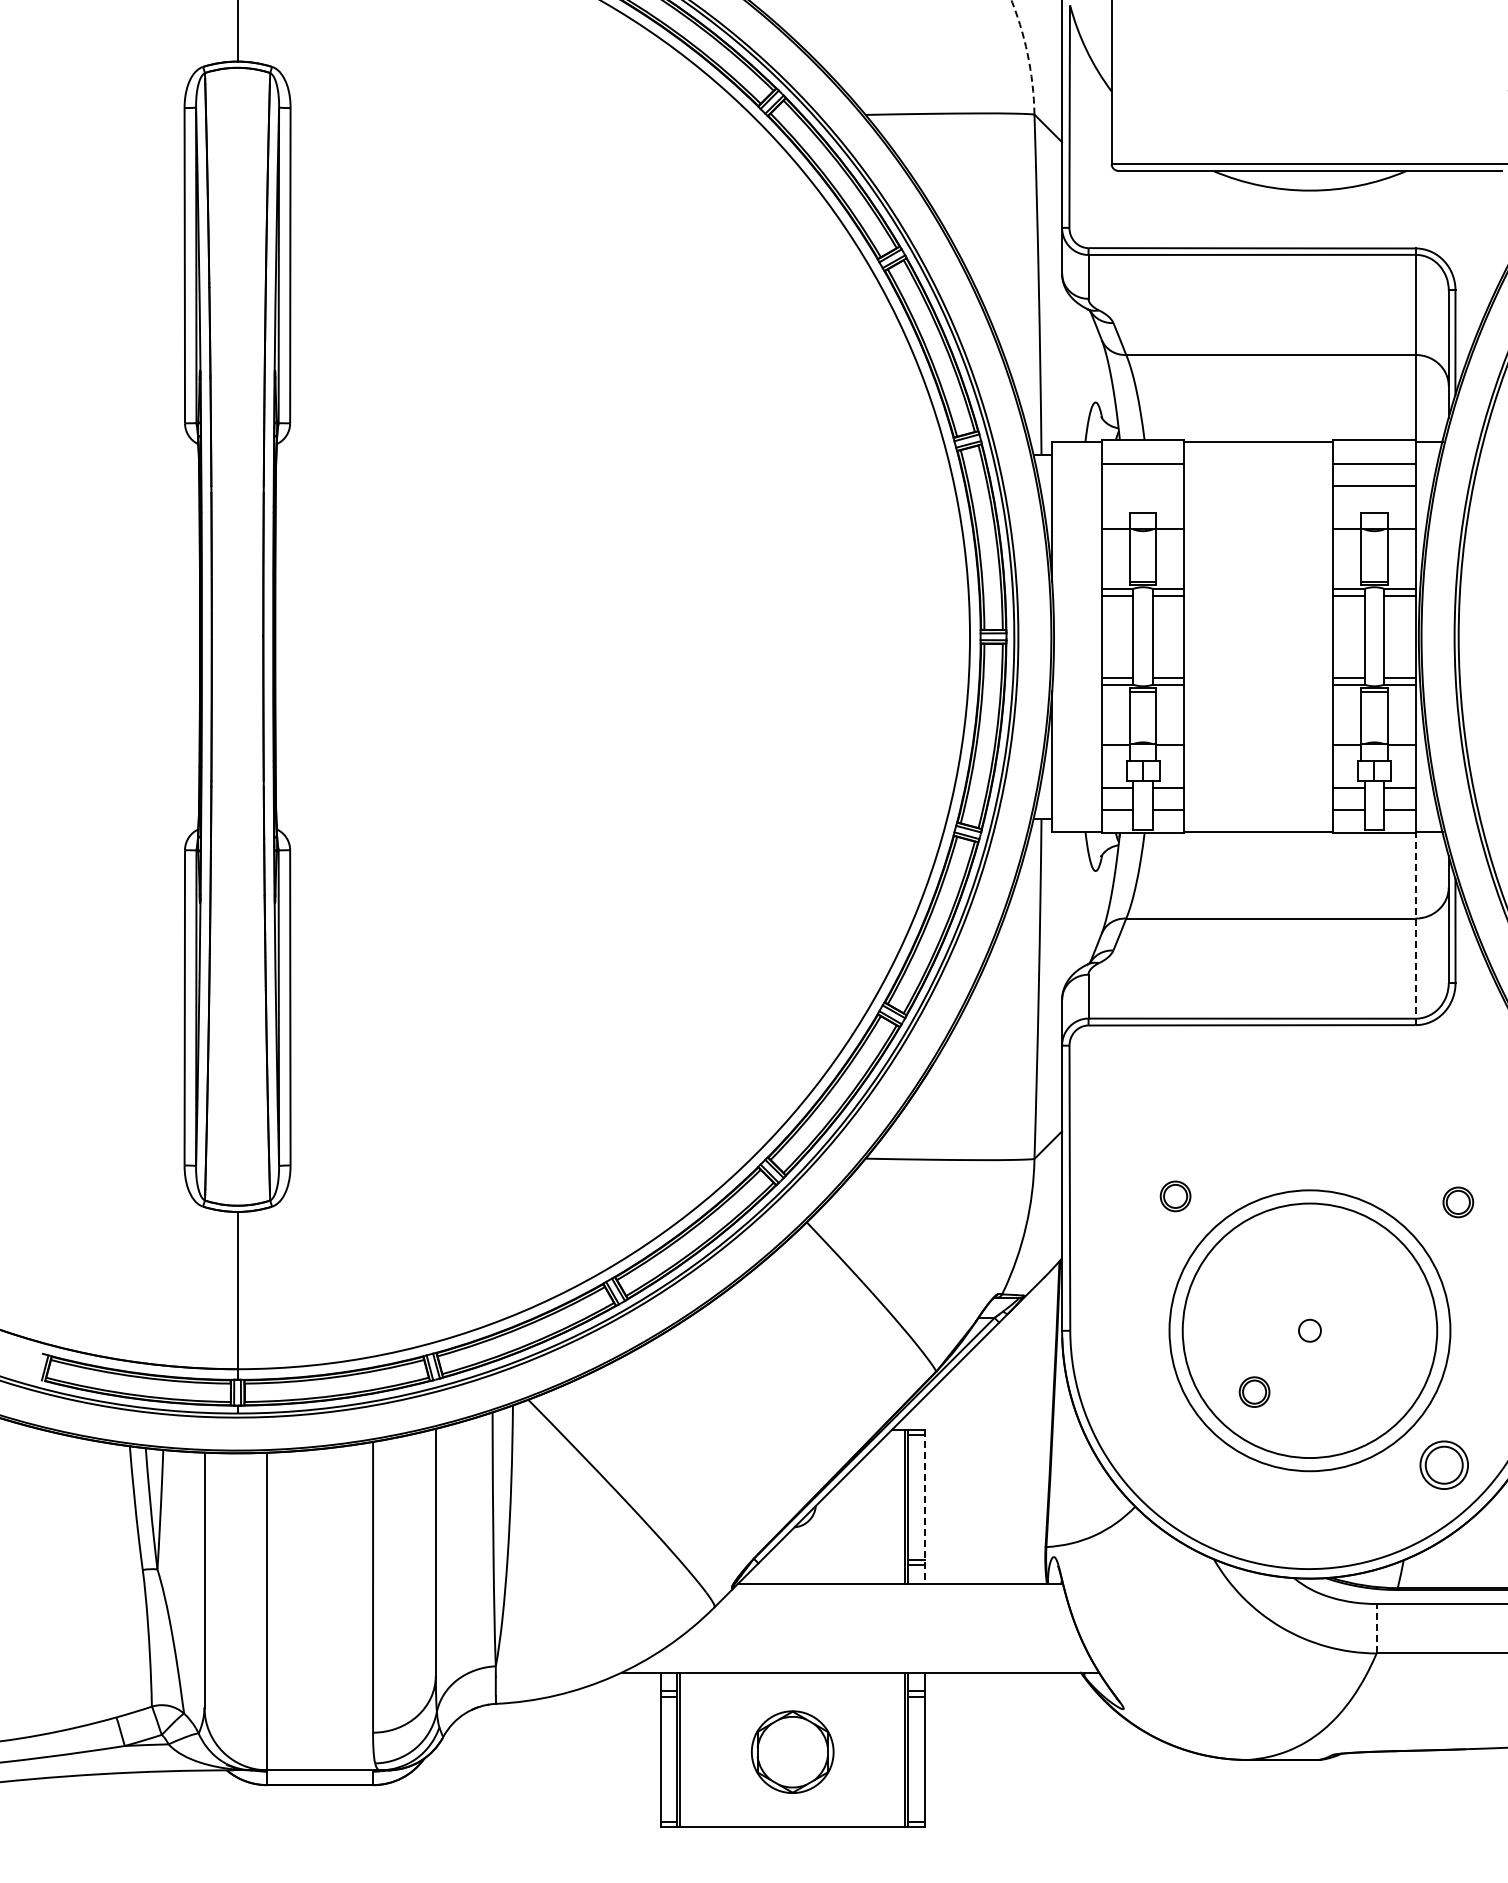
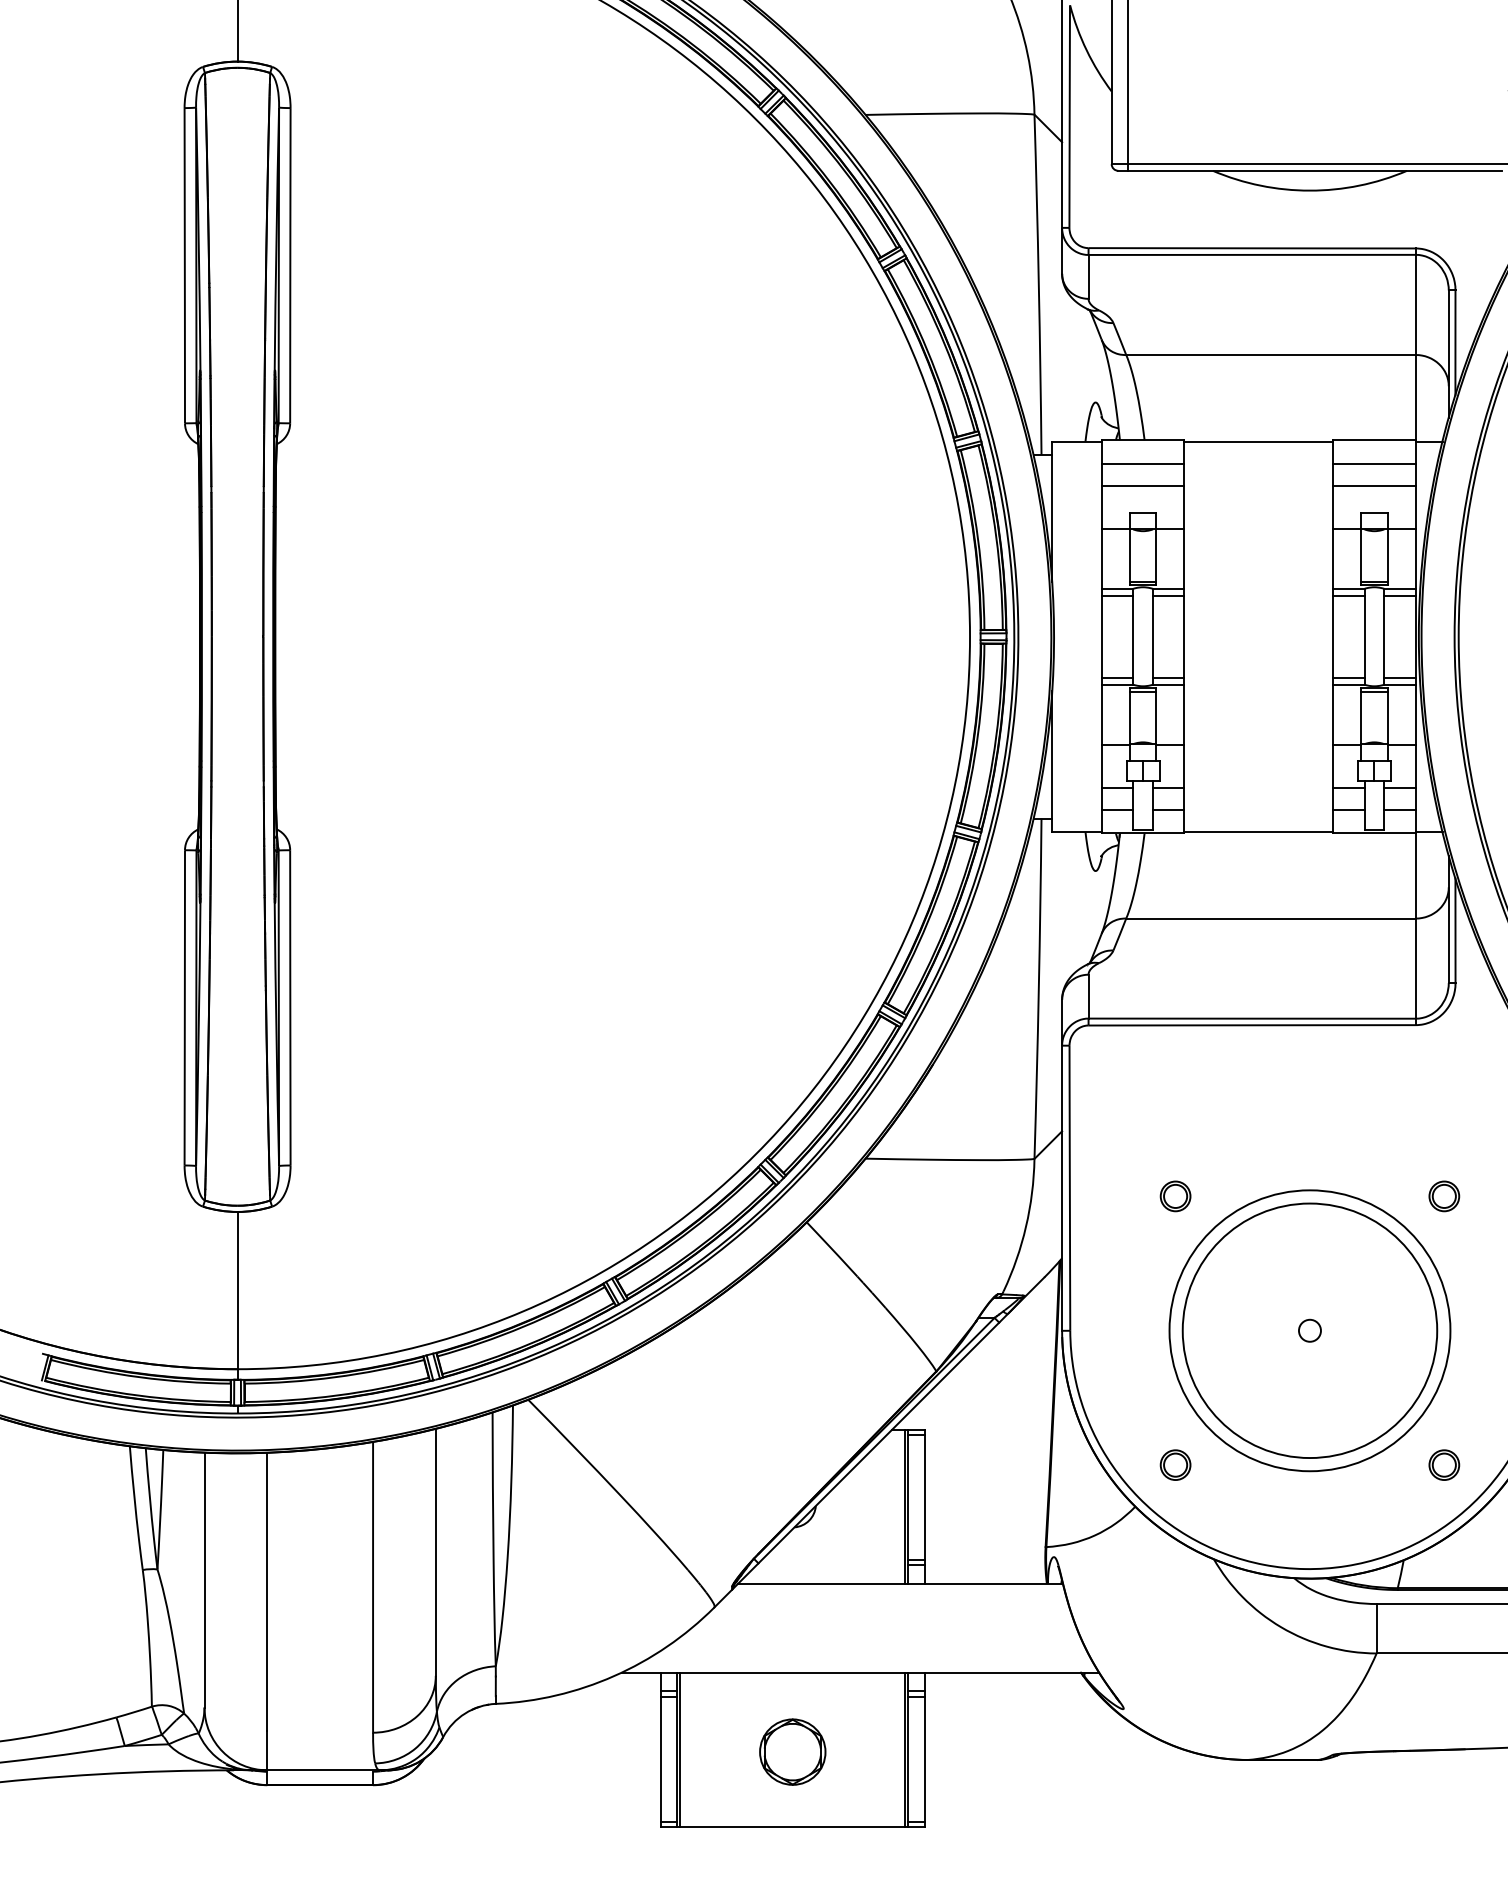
arc at (1027, 55): dashed -> solid
line at (1128, 86): none -> present
line at (1142, 486): none -> present
line at (1415, 929): dashed -> solid
part at (1458, 1202) position: (1458, 1202) -> (1444, 1196)
part at (1254, 1391) position: (1254, 1391) -> (1175, 1464)
part at (1443, 1464) size: 50x50 px -> 33x32 px
line at (924, 1506): dashed -> solid
line at (1376, 1628): dashed -> solid
part at (792, 1751) size: 84x84 px -> 68x68 px
